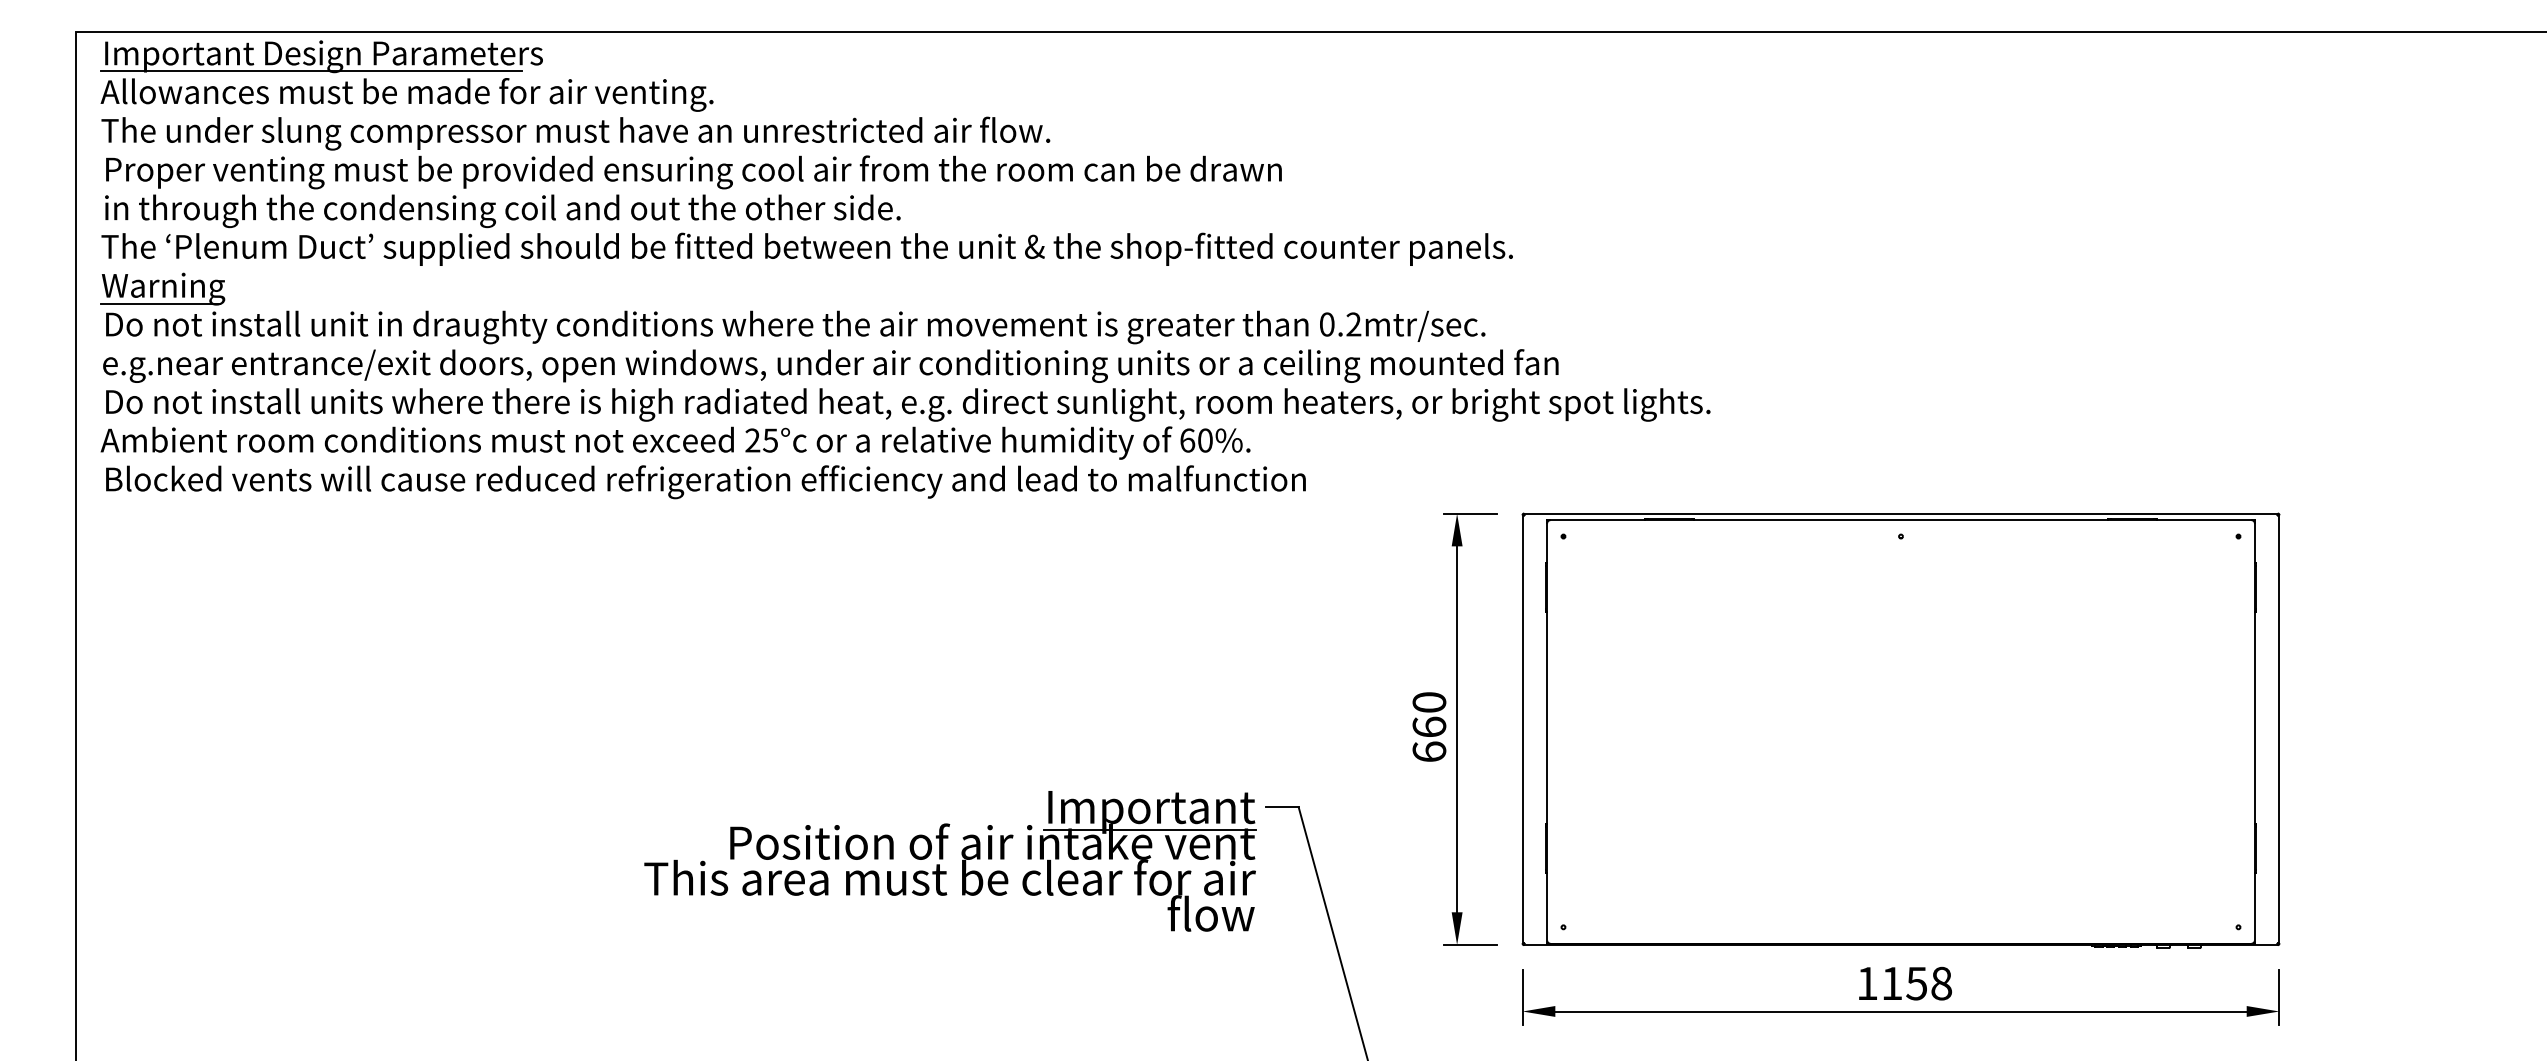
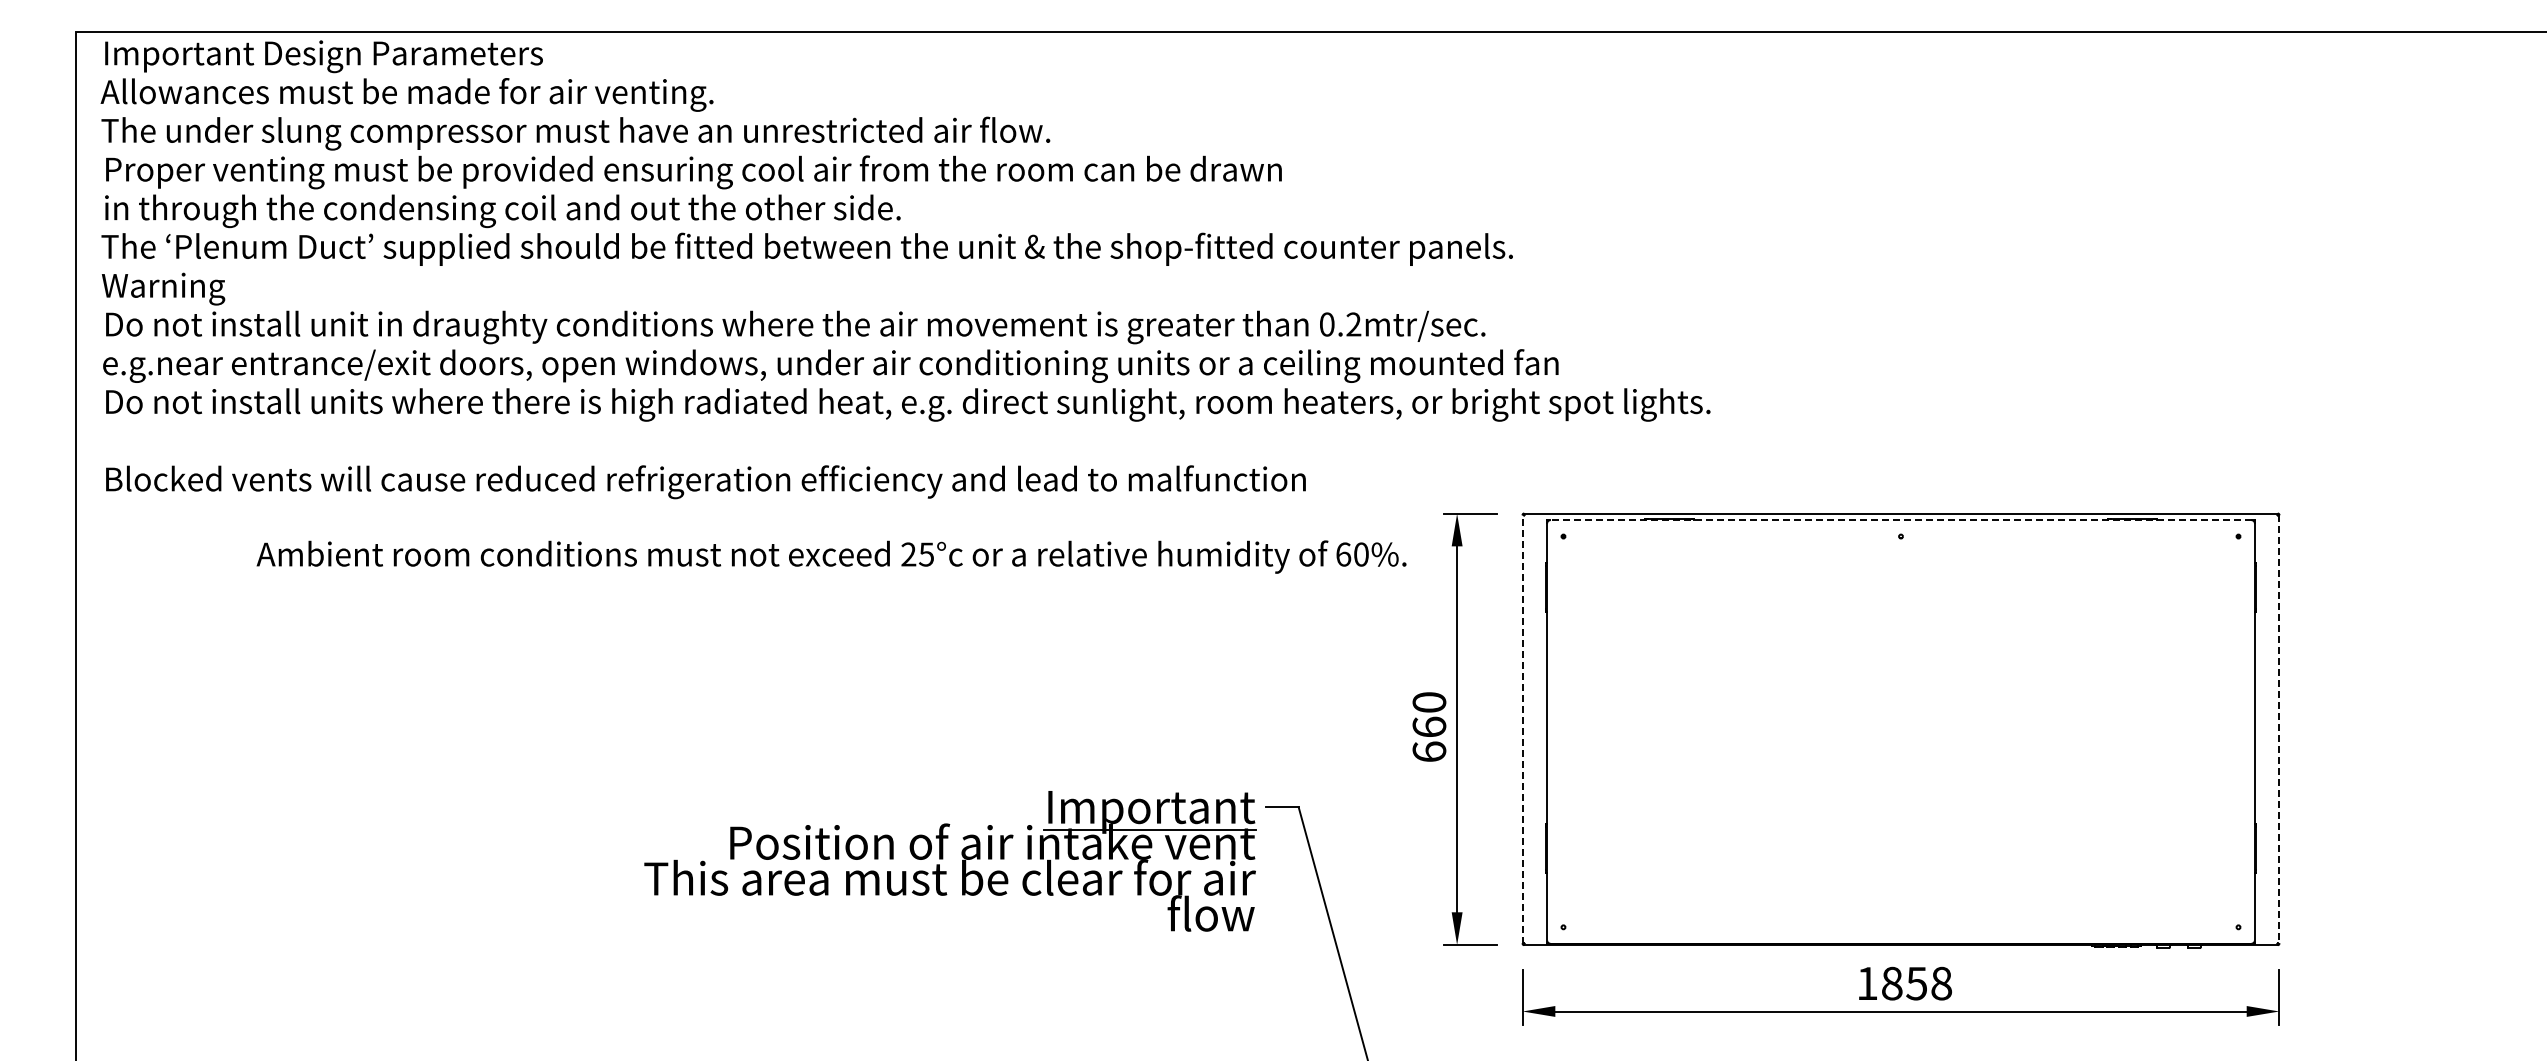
line at (311, 71): present -> none
line at (159, 303): present -> none
text at (675, 442) position: (675, 442) -> (831, 556)
line at (1901, 520): solid -> dashed
line at (1522, 729): solid -> dashed
line at (2279, 729): solid -> dashed
text at (1892, 983): 1158 -> 1858
